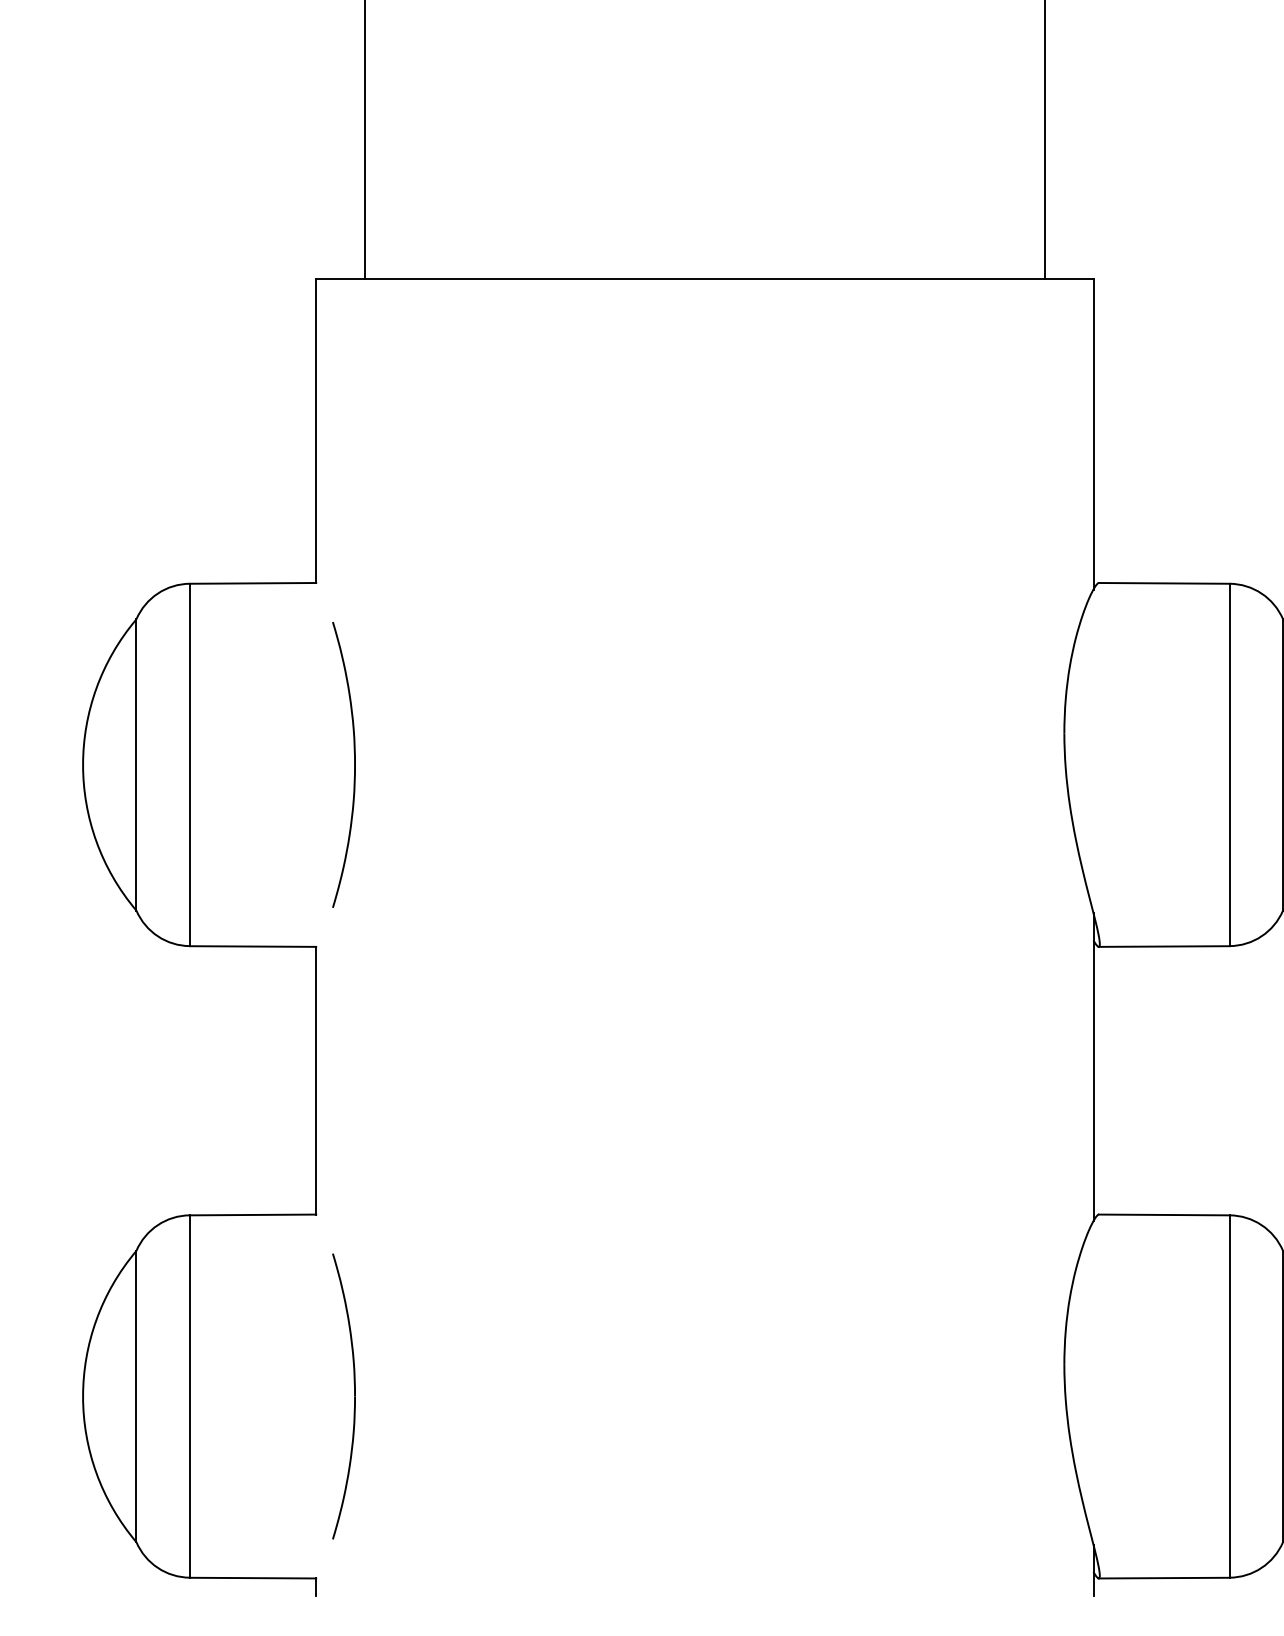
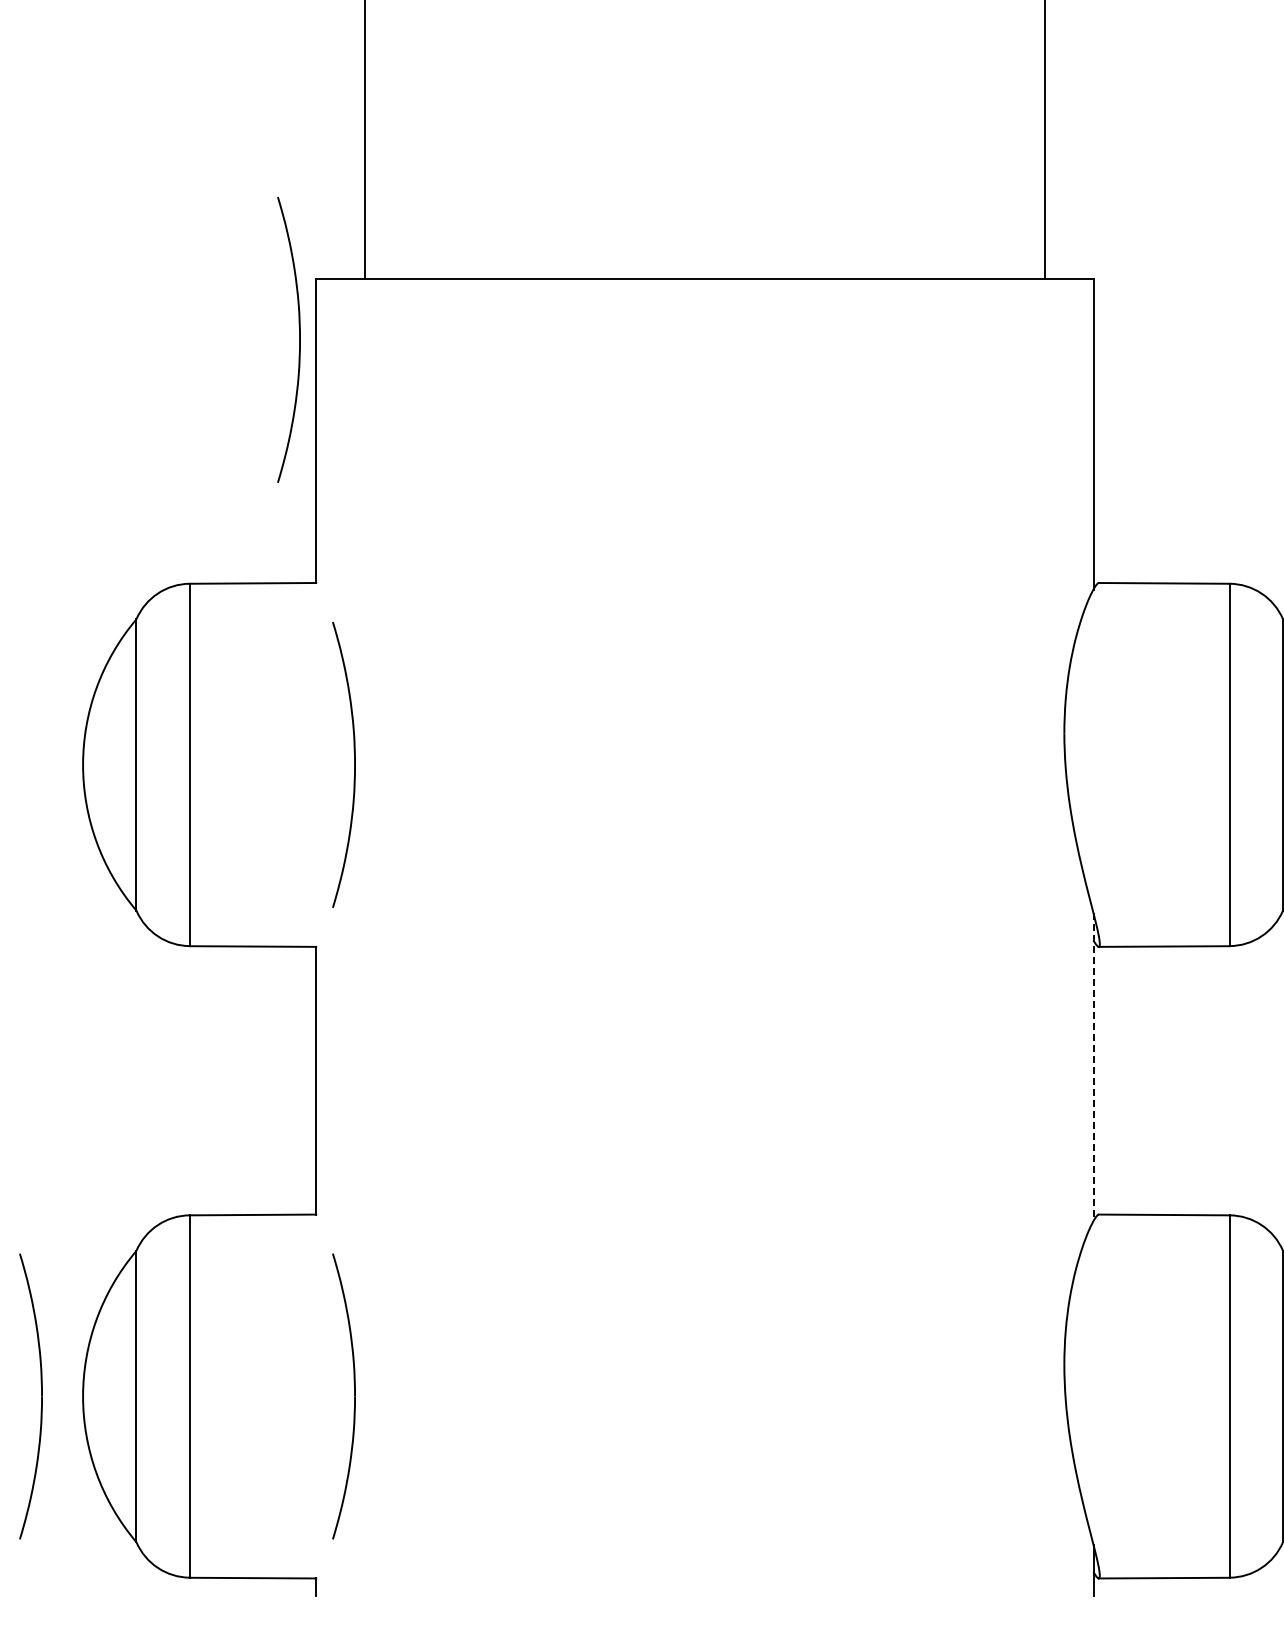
part at (299, 339): none -> present
line at (1093, 1067): solid -> dashed
part at (41, 1396): none -> present
